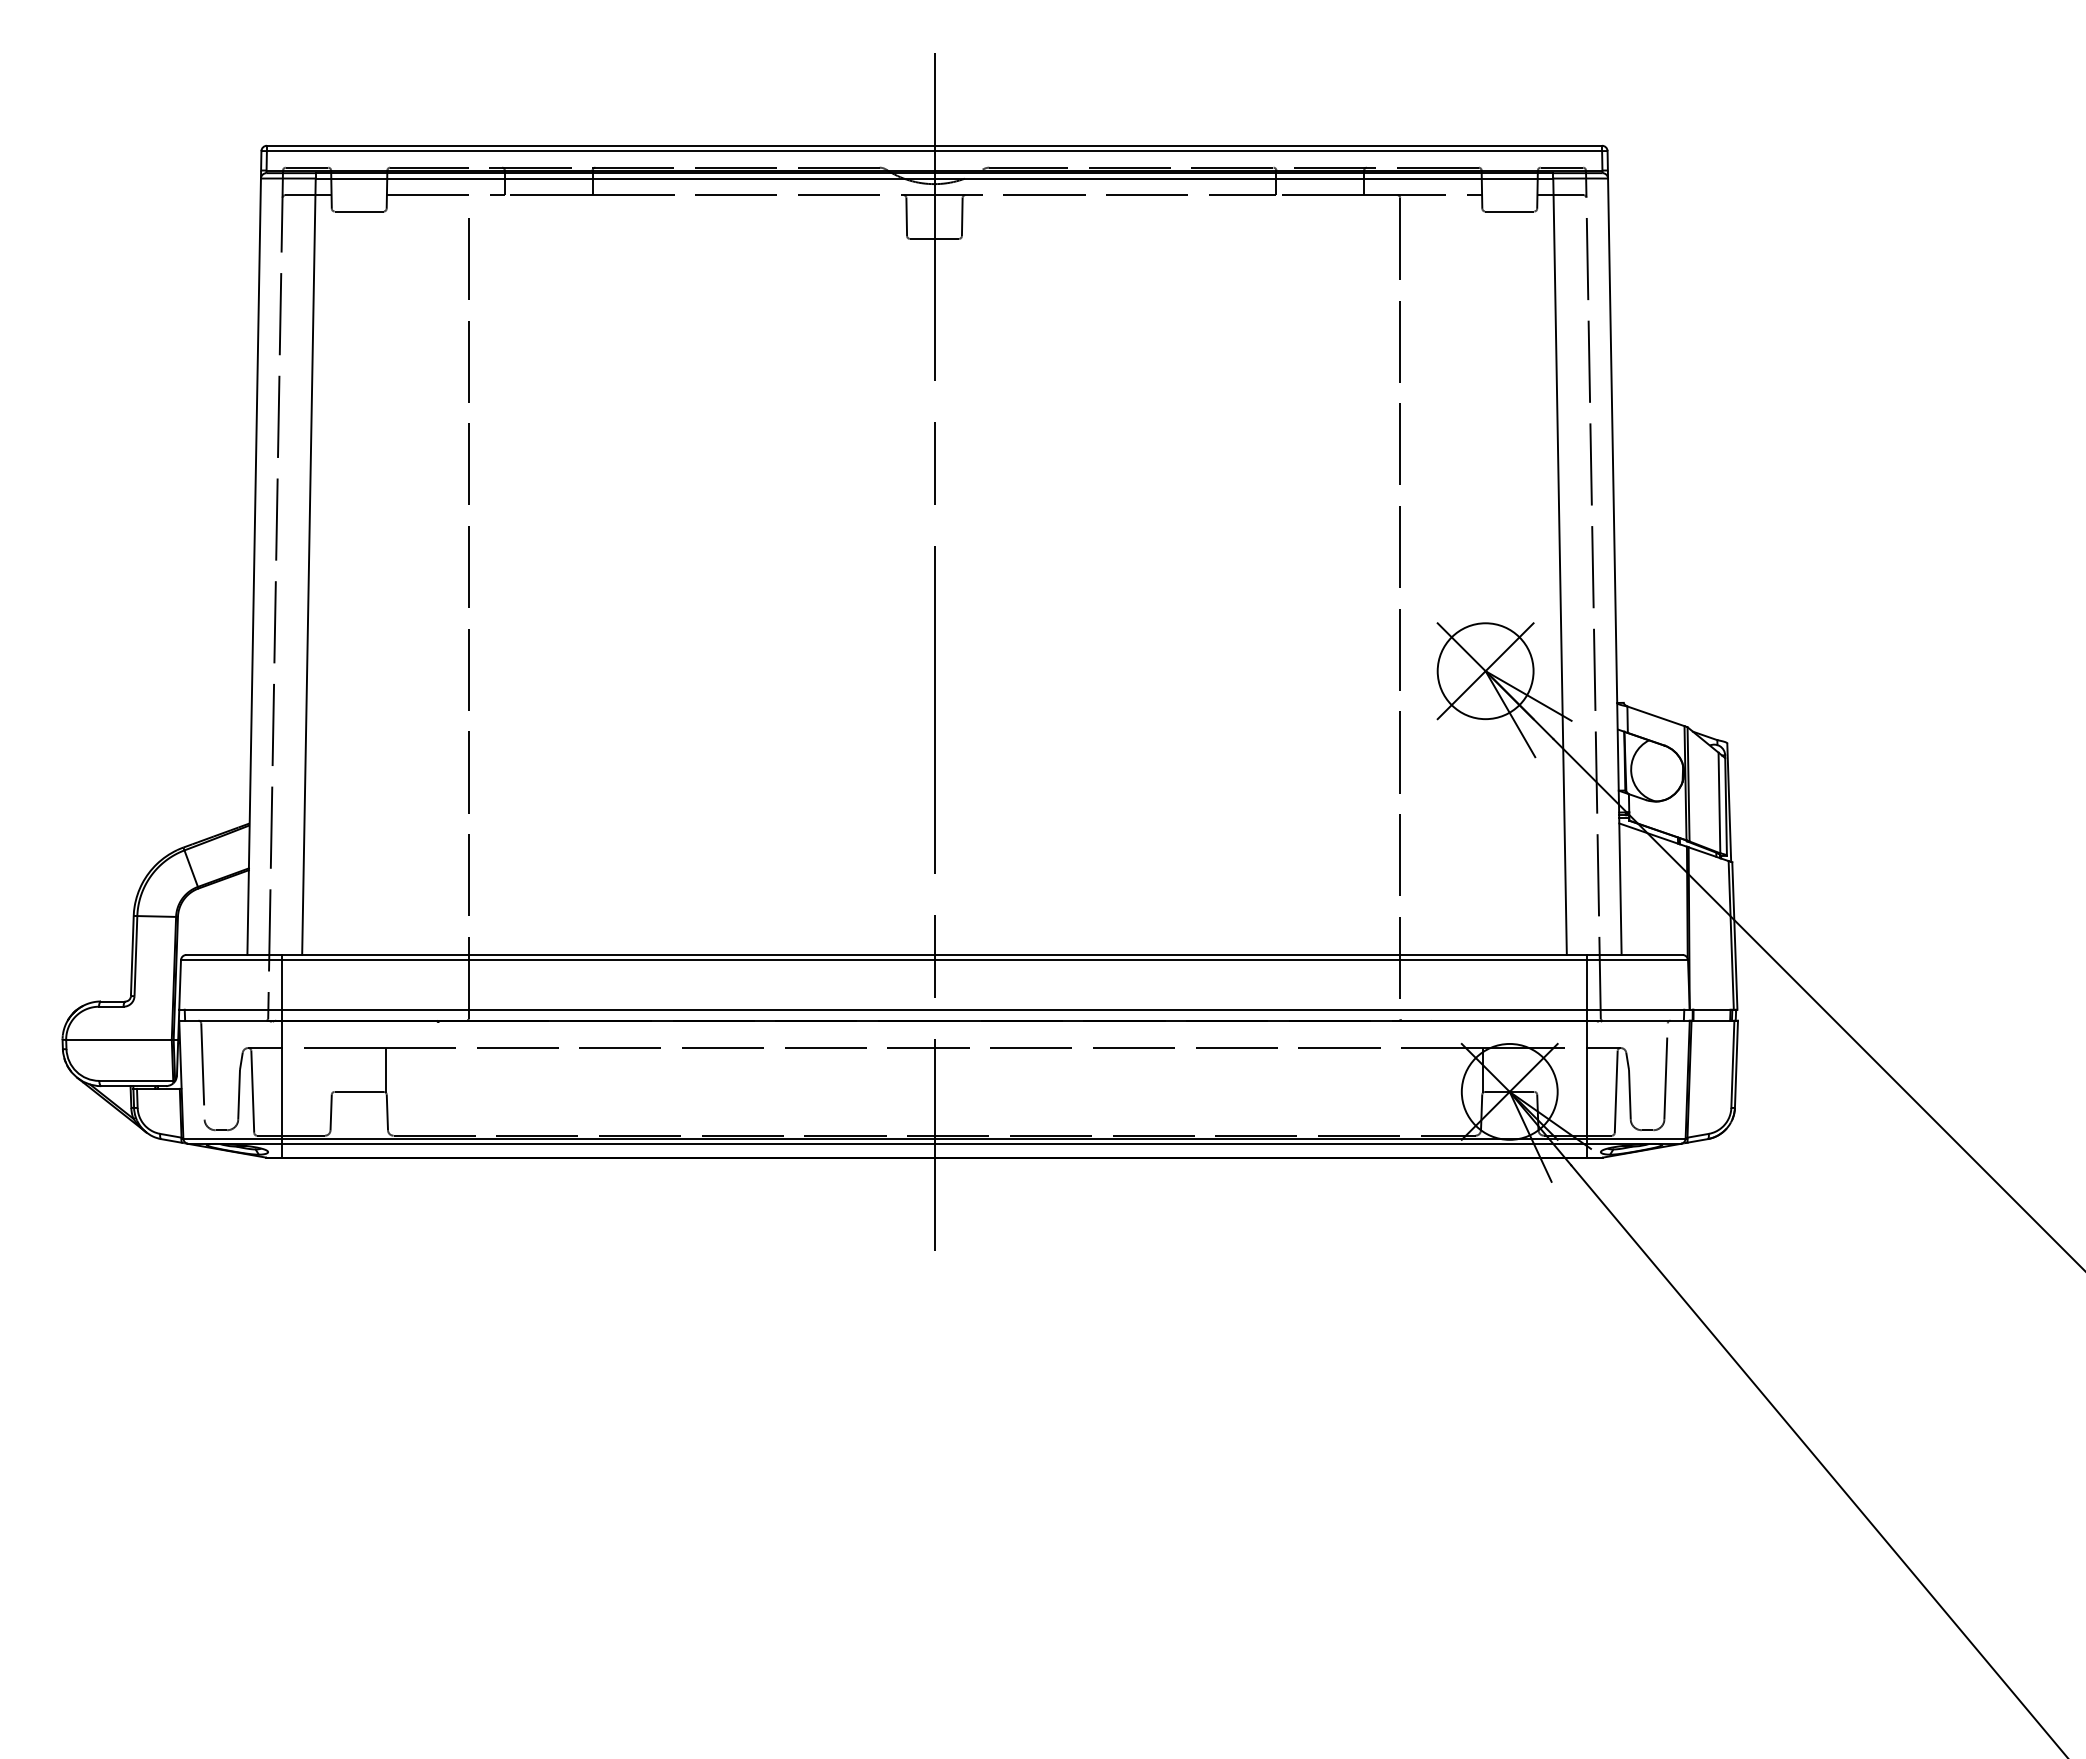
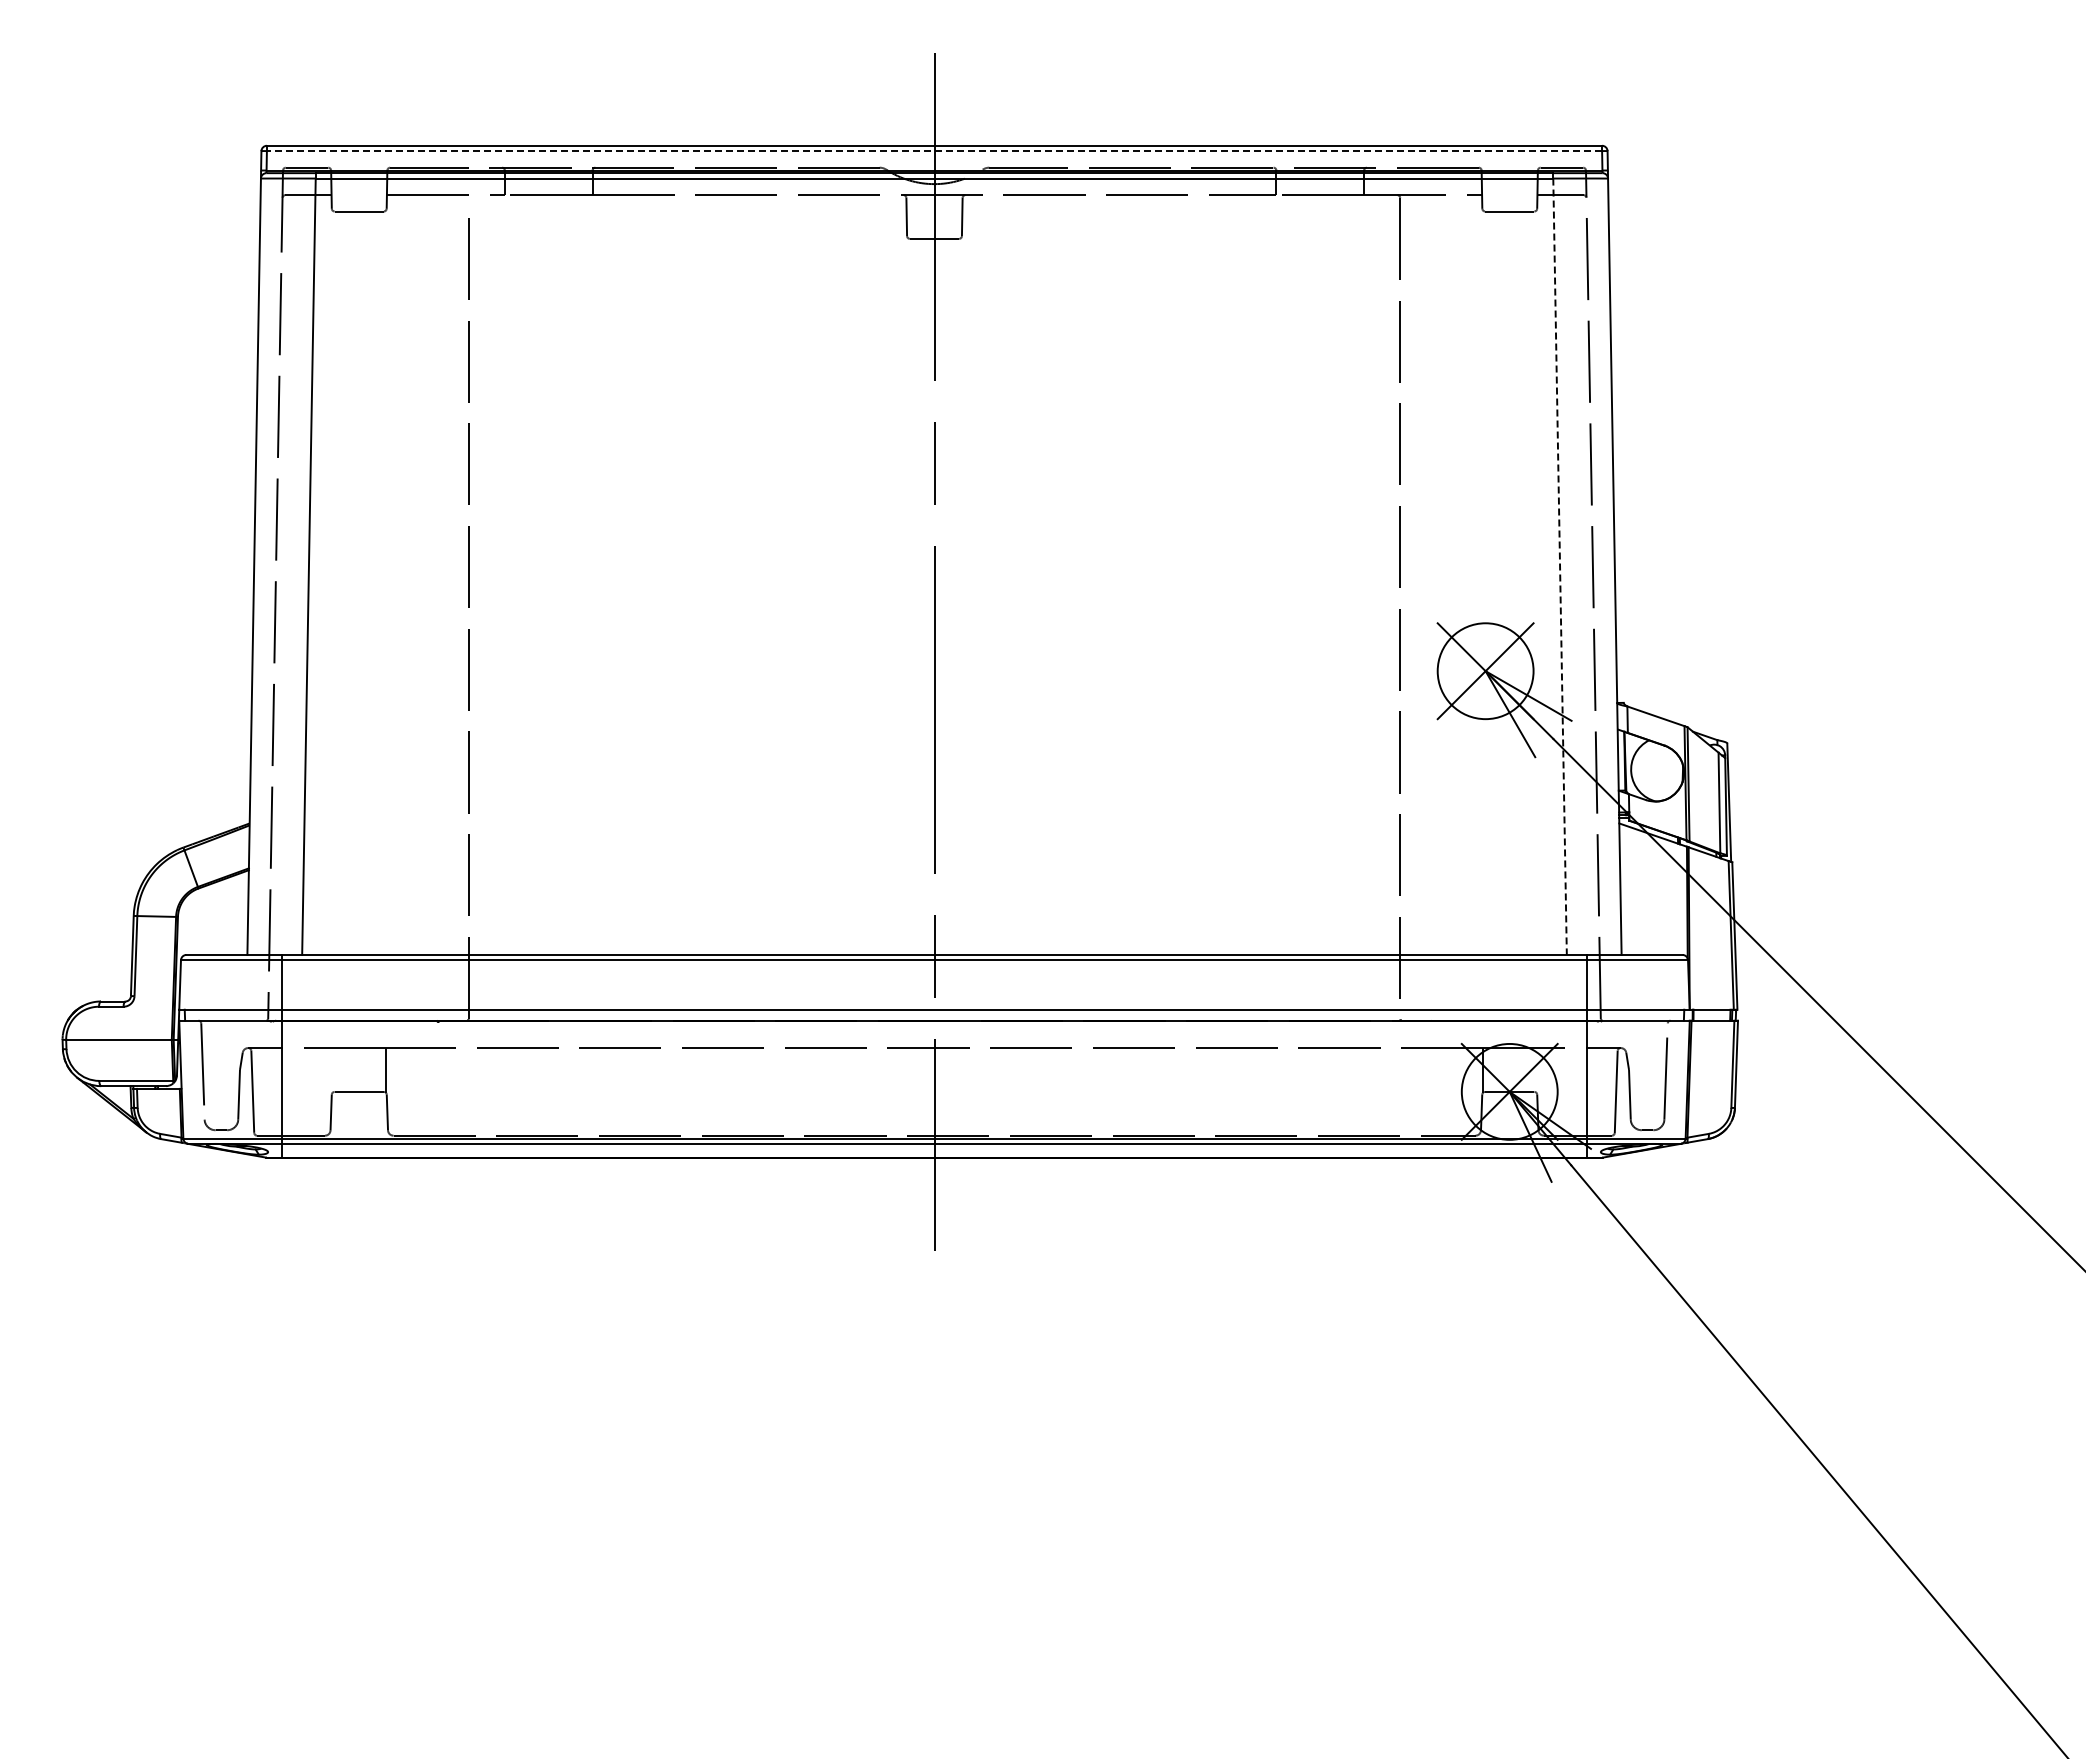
line at (934, 151): solid -> dashed
line at (1560, 567): solid -> dashed
